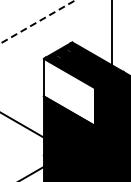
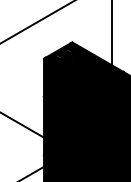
line at (37, 22): dashed -> solid
fill at (69, 91): none -> present
